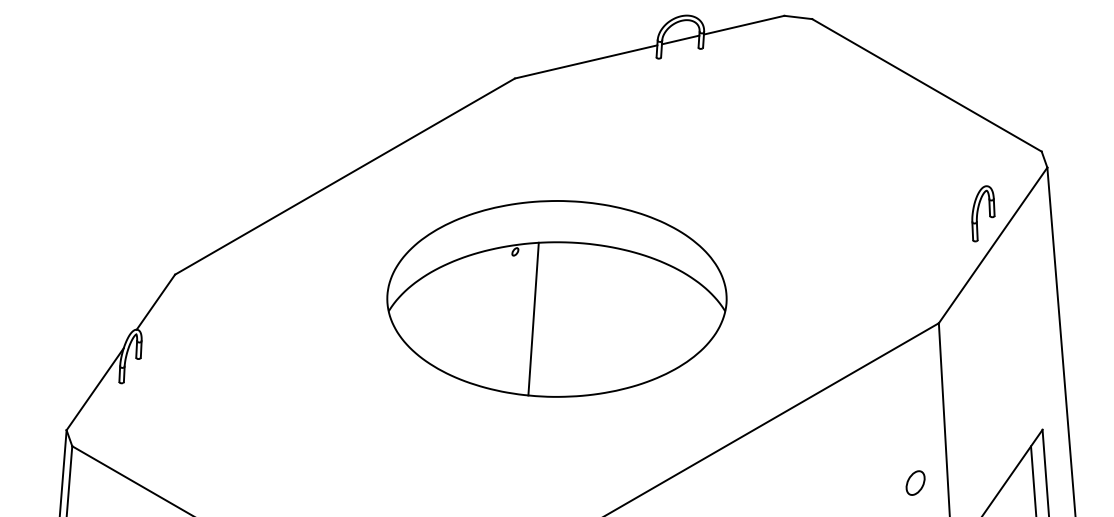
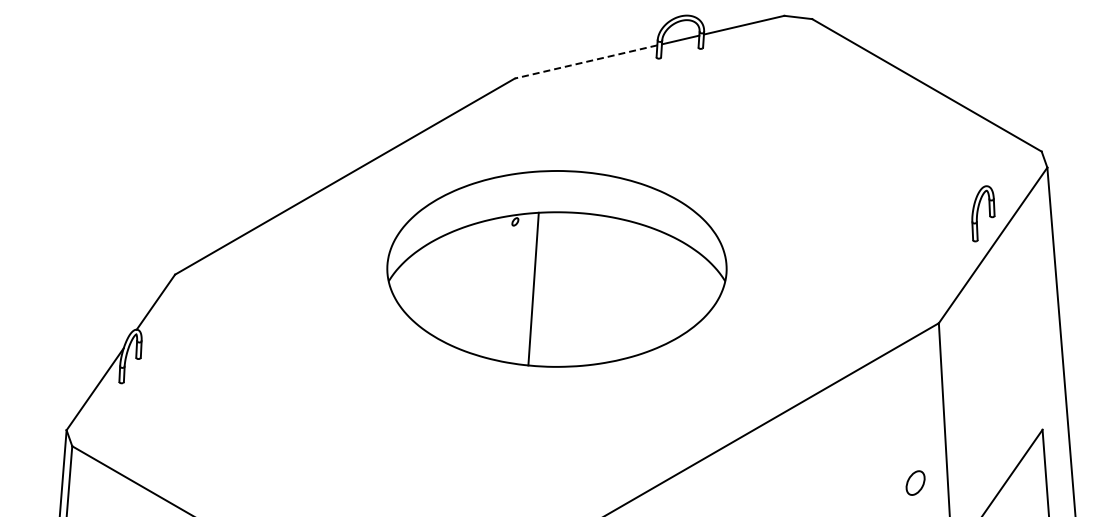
line at (585, 62): solid -> dashed
part at (556, 298) position: (556, 298) -> (556, 268)
line at (1033, 479): present -> none
